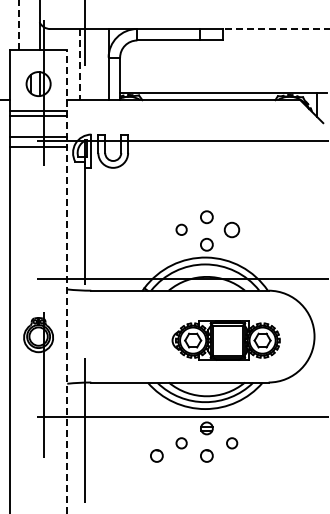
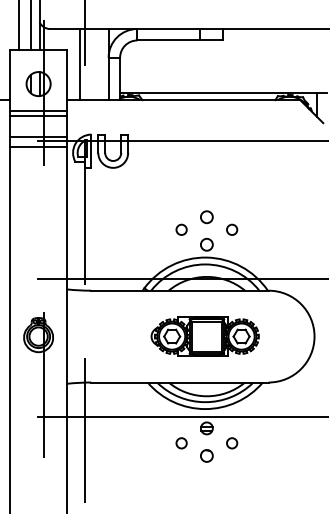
line at (19, 24): dashed -> solid
line at (30, 25): none -> present
line at (276, 29): dashed -> solid
line at (79, 64): dashed -> solid
circle at (231, 229) size: 18x18 px -> 13x13 px
line at (67, 281): dashed -> solid
part at (225, 340) position: (225, 340) -> (204, 336)
circle at (156, 455): present -> none
